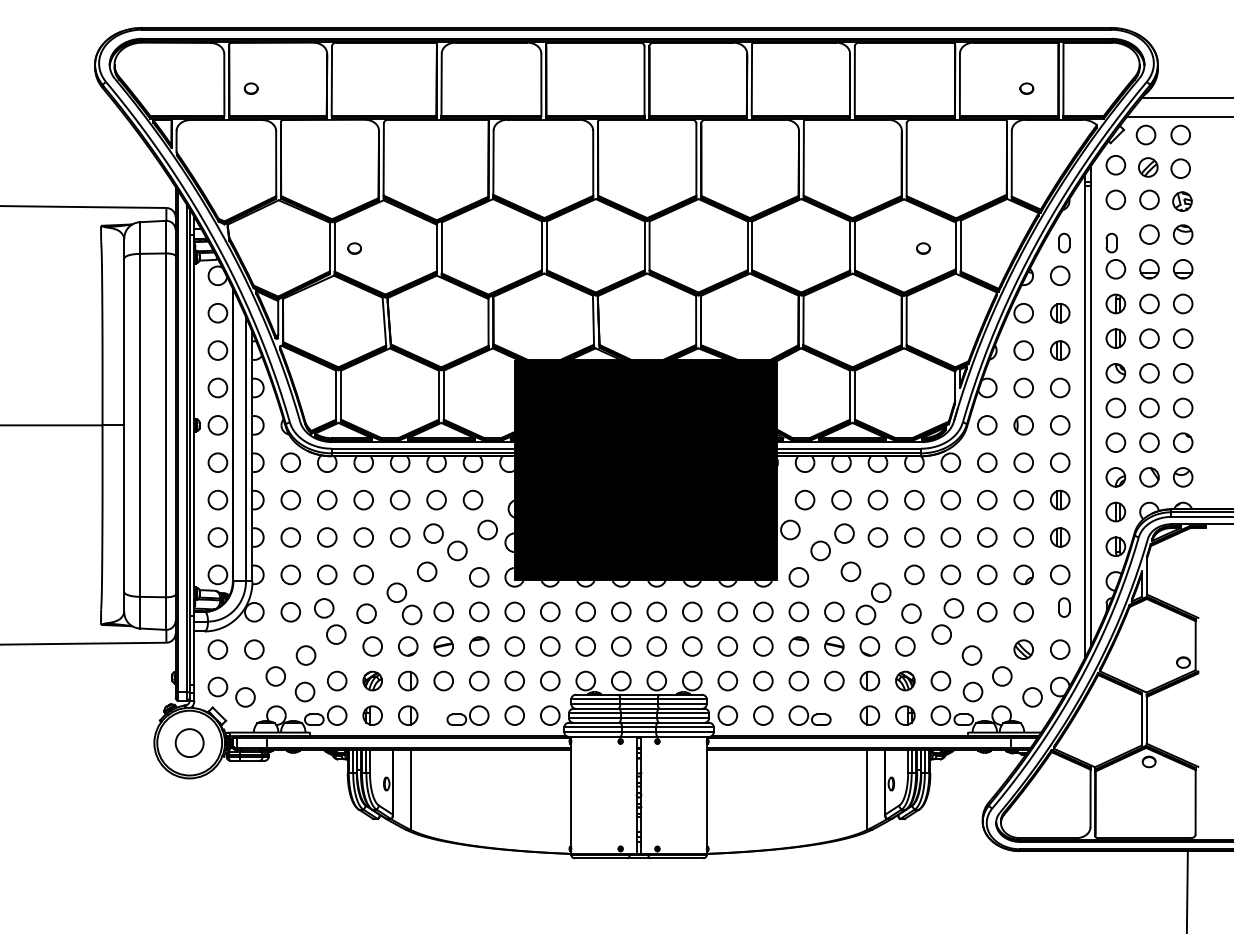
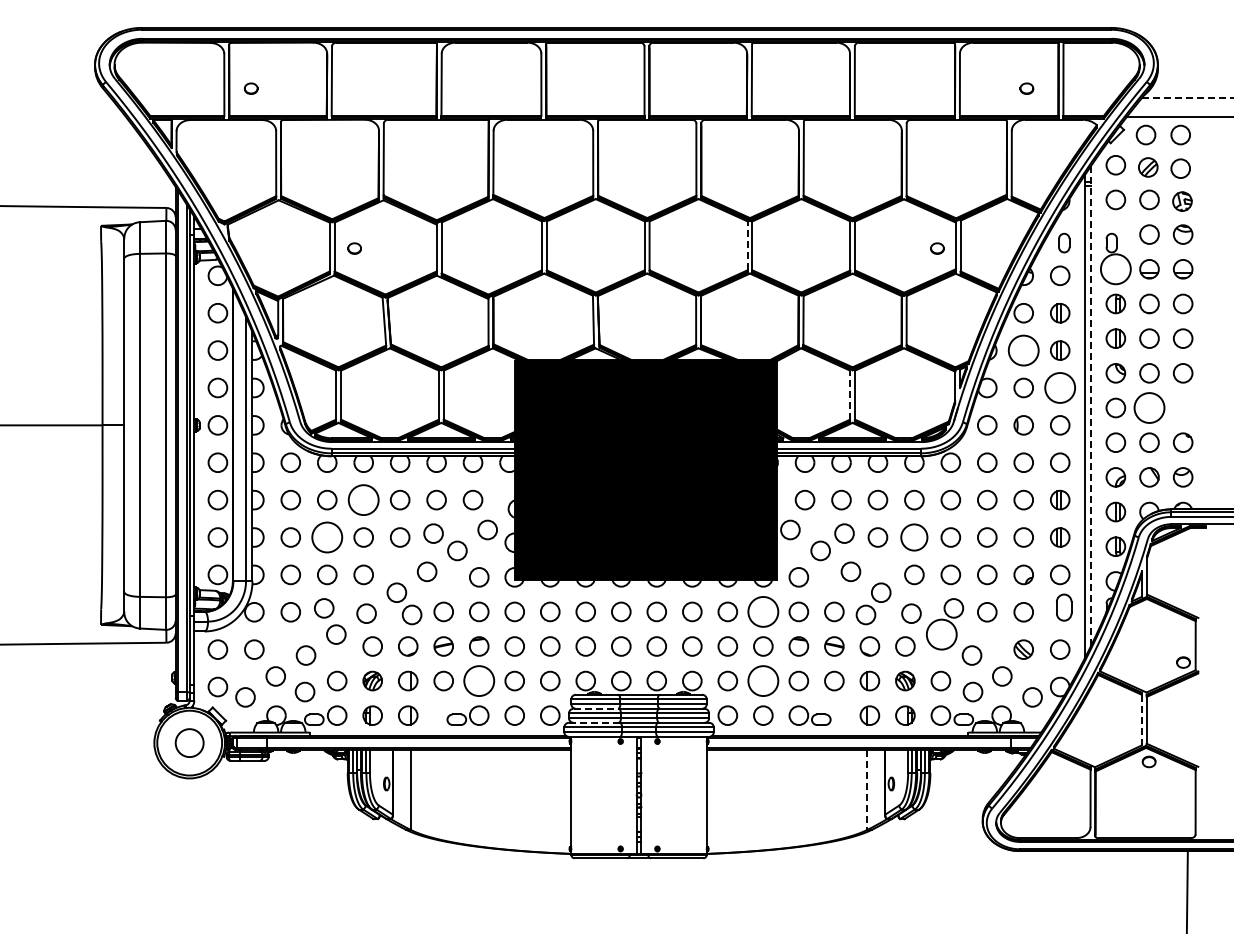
line at (1188, 97): solid -> dashed
line at (747, 245): solid -> dashed
part at (923, 248) position: (923, 248) -> (937, 248)
circle at (1115, 268) diameter: 19 px -> 30 px
circle at (1023, 350) diameter: 19 px -> 30 px
circle at (1059, 387) diameter: 19 px -> 30 px
line at (850, 395): solid -> dashed
line at (1090, 407): solid -> dashed
circle at (1149, 407) diameter: 19 px -> 30 px
circle at (1183, 407): present -> none
circle at (363, 499) diameter: 19 px -> 30 px
circle at (326, 537) diameter: 19 px -> 30 px
circle at (914, 537) size: 21x21 px -> 29x29 px
part at (1064, 607) size: 13x21 px -> 17x29 px
circle at (763, 611) diameter: 19 px -> 30 px
circle at (941, 634) diameter: 19 px -> 30 px
circle at (478, 680) diameter: 19 px -> 30 px
circle at (763, 680) diameter: 19 px -> 30 px
line at (596, 708): solid -> dashed
line at (1141, 720): solid -> dashed
line at (594, 722): solid -> dashed
line at (867, 790): solid -> dashed
